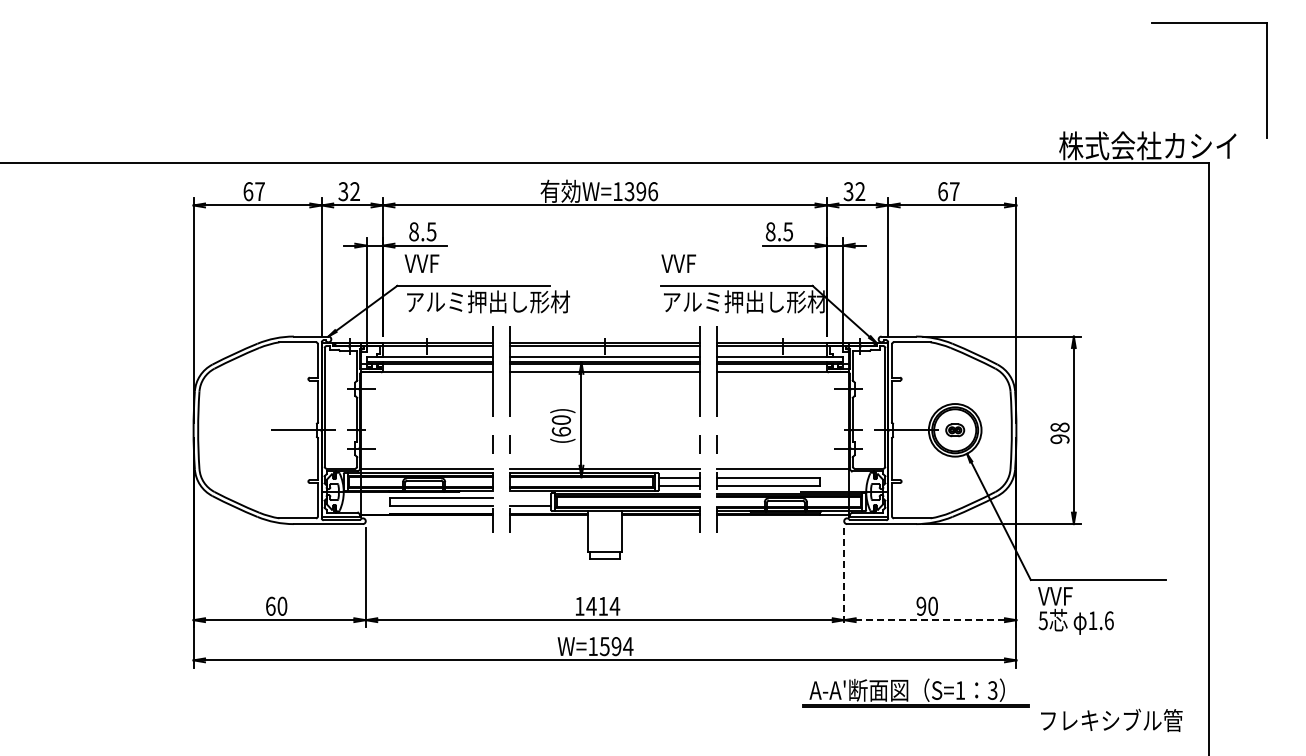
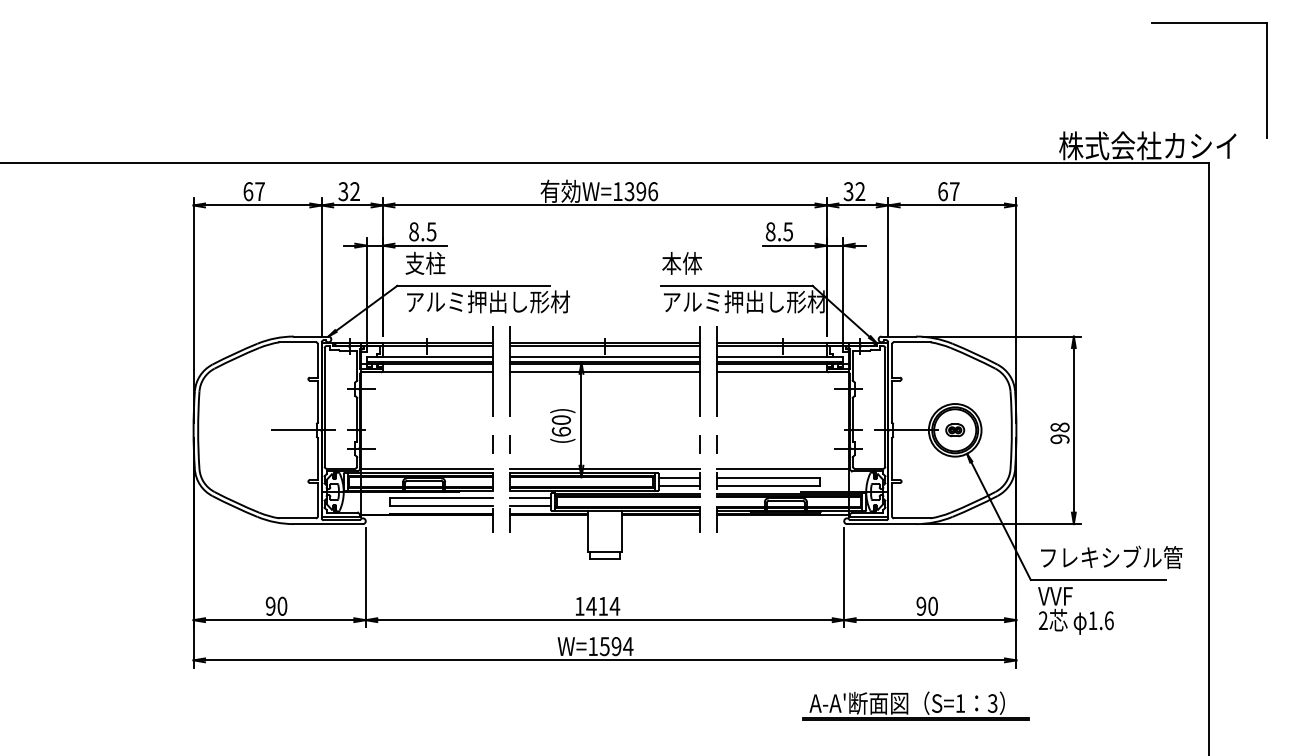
text at (424, 262): VVF -> 支柱
text at (681, 262): VVF -> 本体
line at (530, 498): none -> present
line at (844, 578): dashed -> solid
text at (270, 605): 60 -> 90
line at (930, 620): dashed -> solid
text at (1042, 620): 5 -> 2
part at (908, 692) position: (908, 692) -> (908, 705)
text at (1111, 719) position: (1111, 719) -> (1111, 556)
